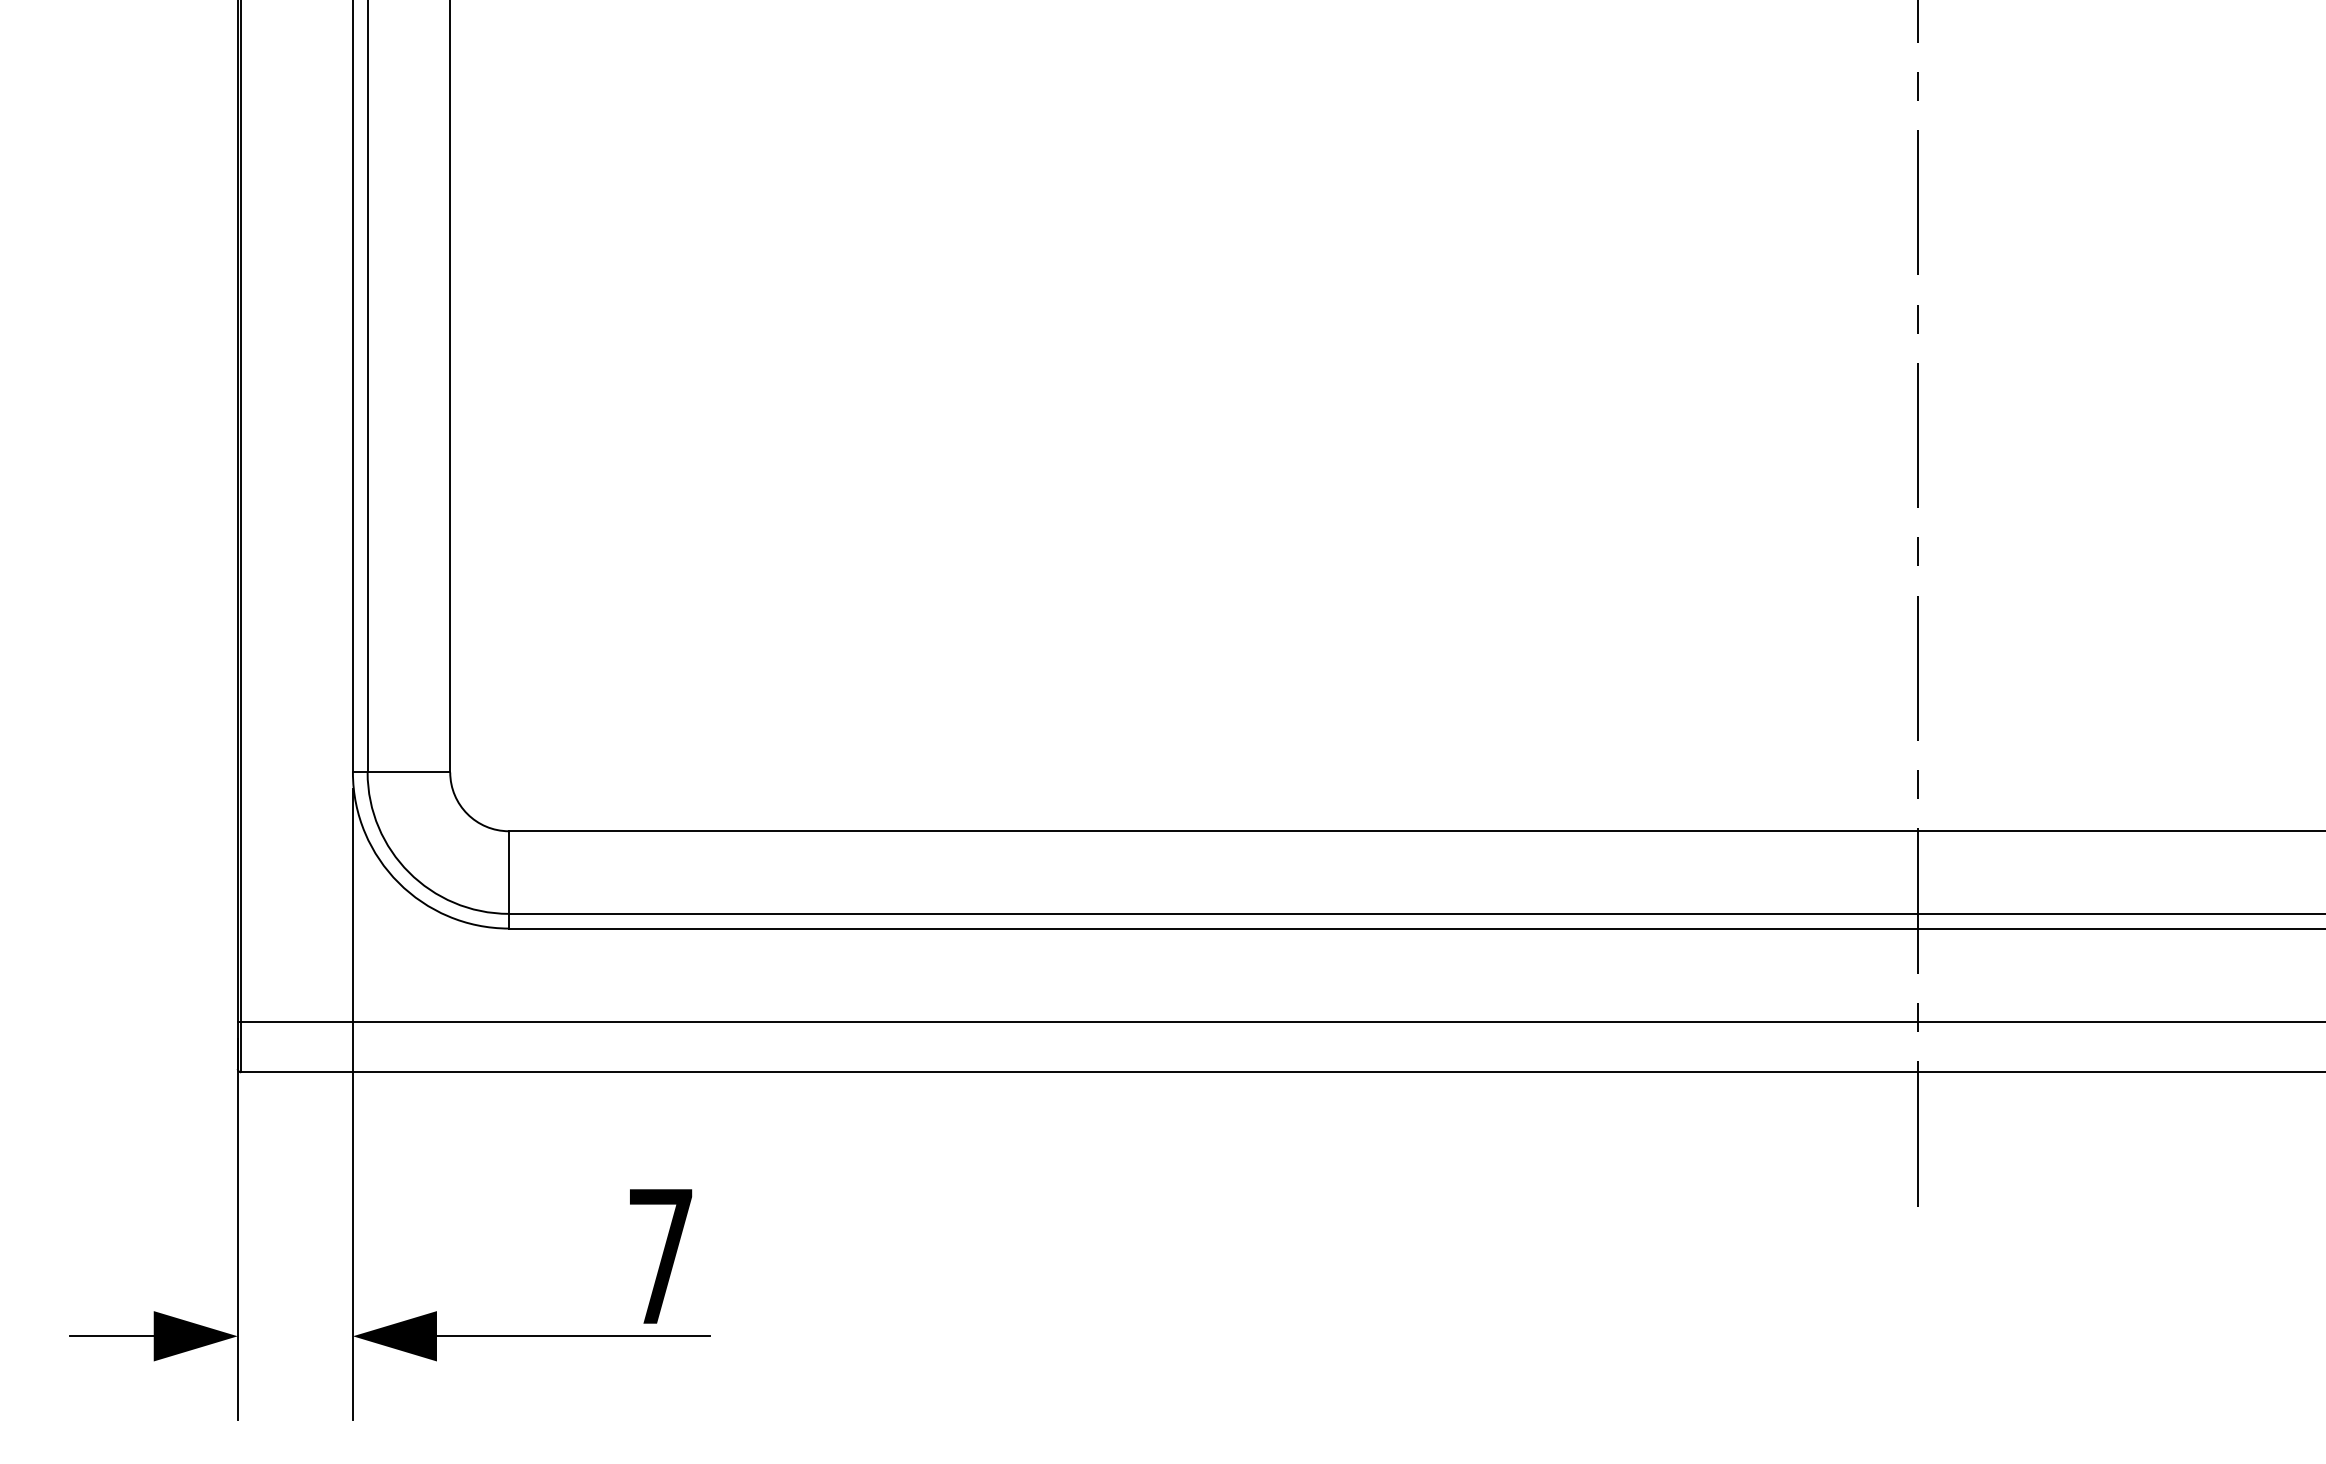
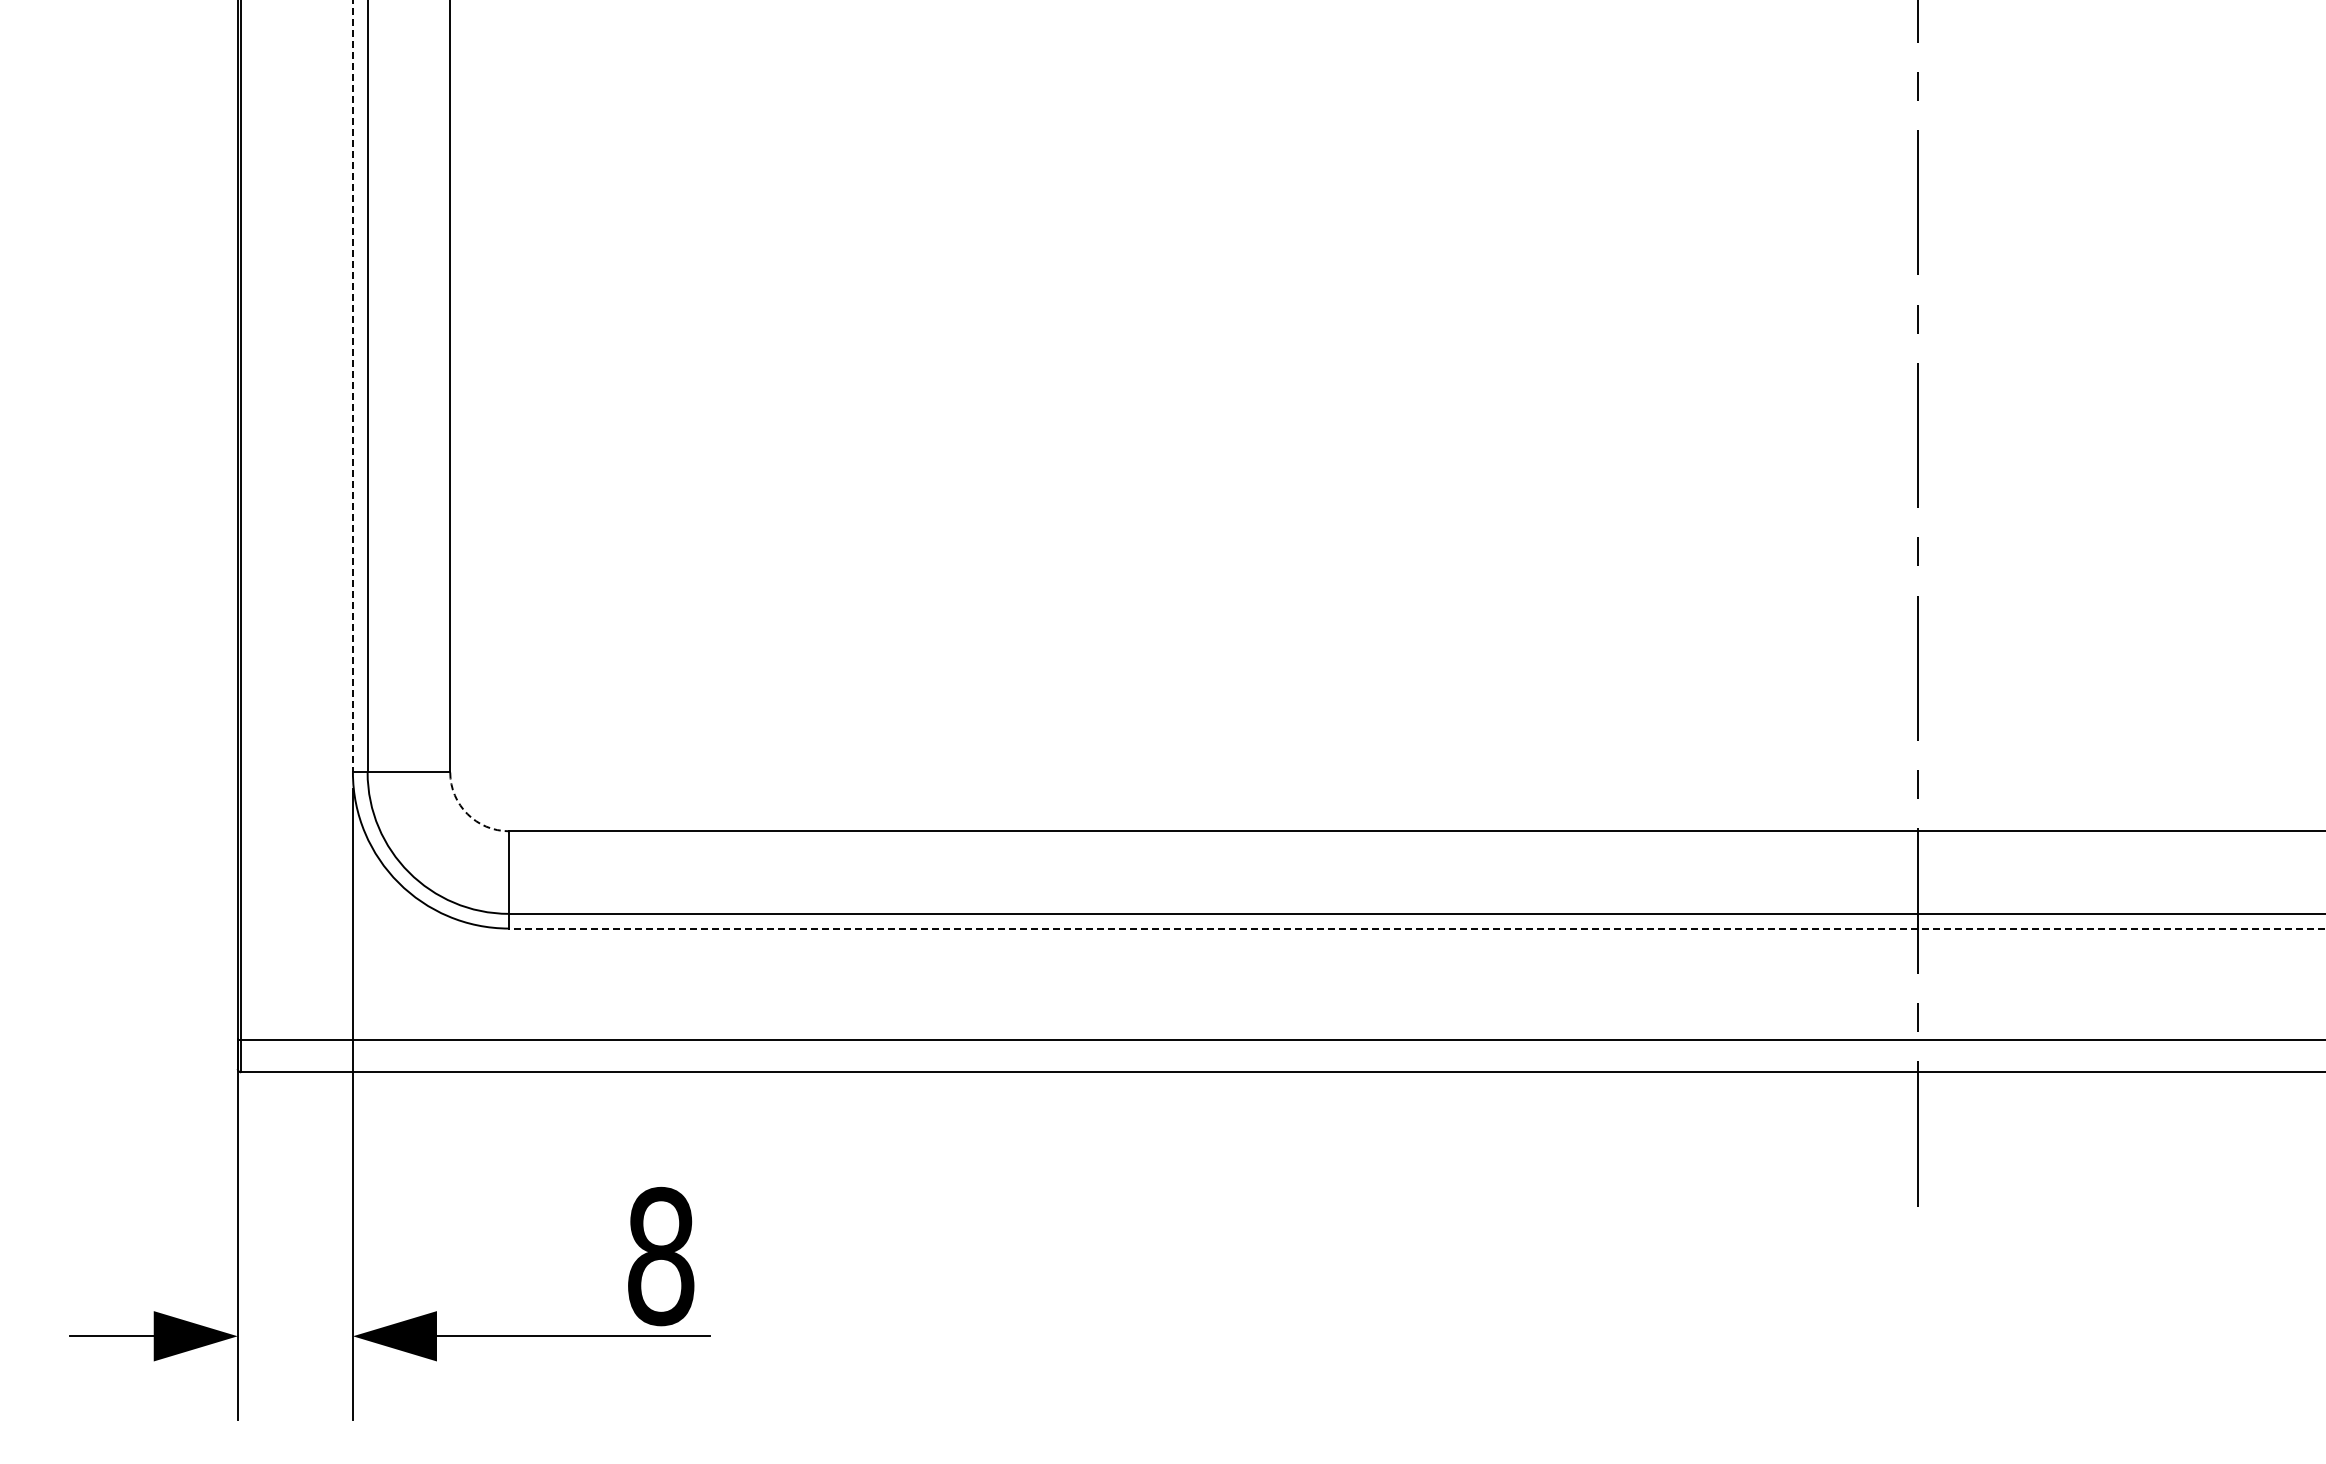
line at (352, 386): solid -> dashed
arc at (467, 814): solid -> dashed
line at (1416, 928): solid -> dashed
line at (1279, 1021) position: (1279, 1021) -> (1279, 1039)
text at (661, 1256): 7 -> 8
